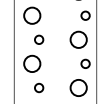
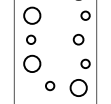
circle at (39, 39) position: (39, 39) -> (31, 39)
circle at (78, 39) size: 19x19 px -> 13x12 px
circle at (39, 87) position: (39, 87) -> (50, 85)
